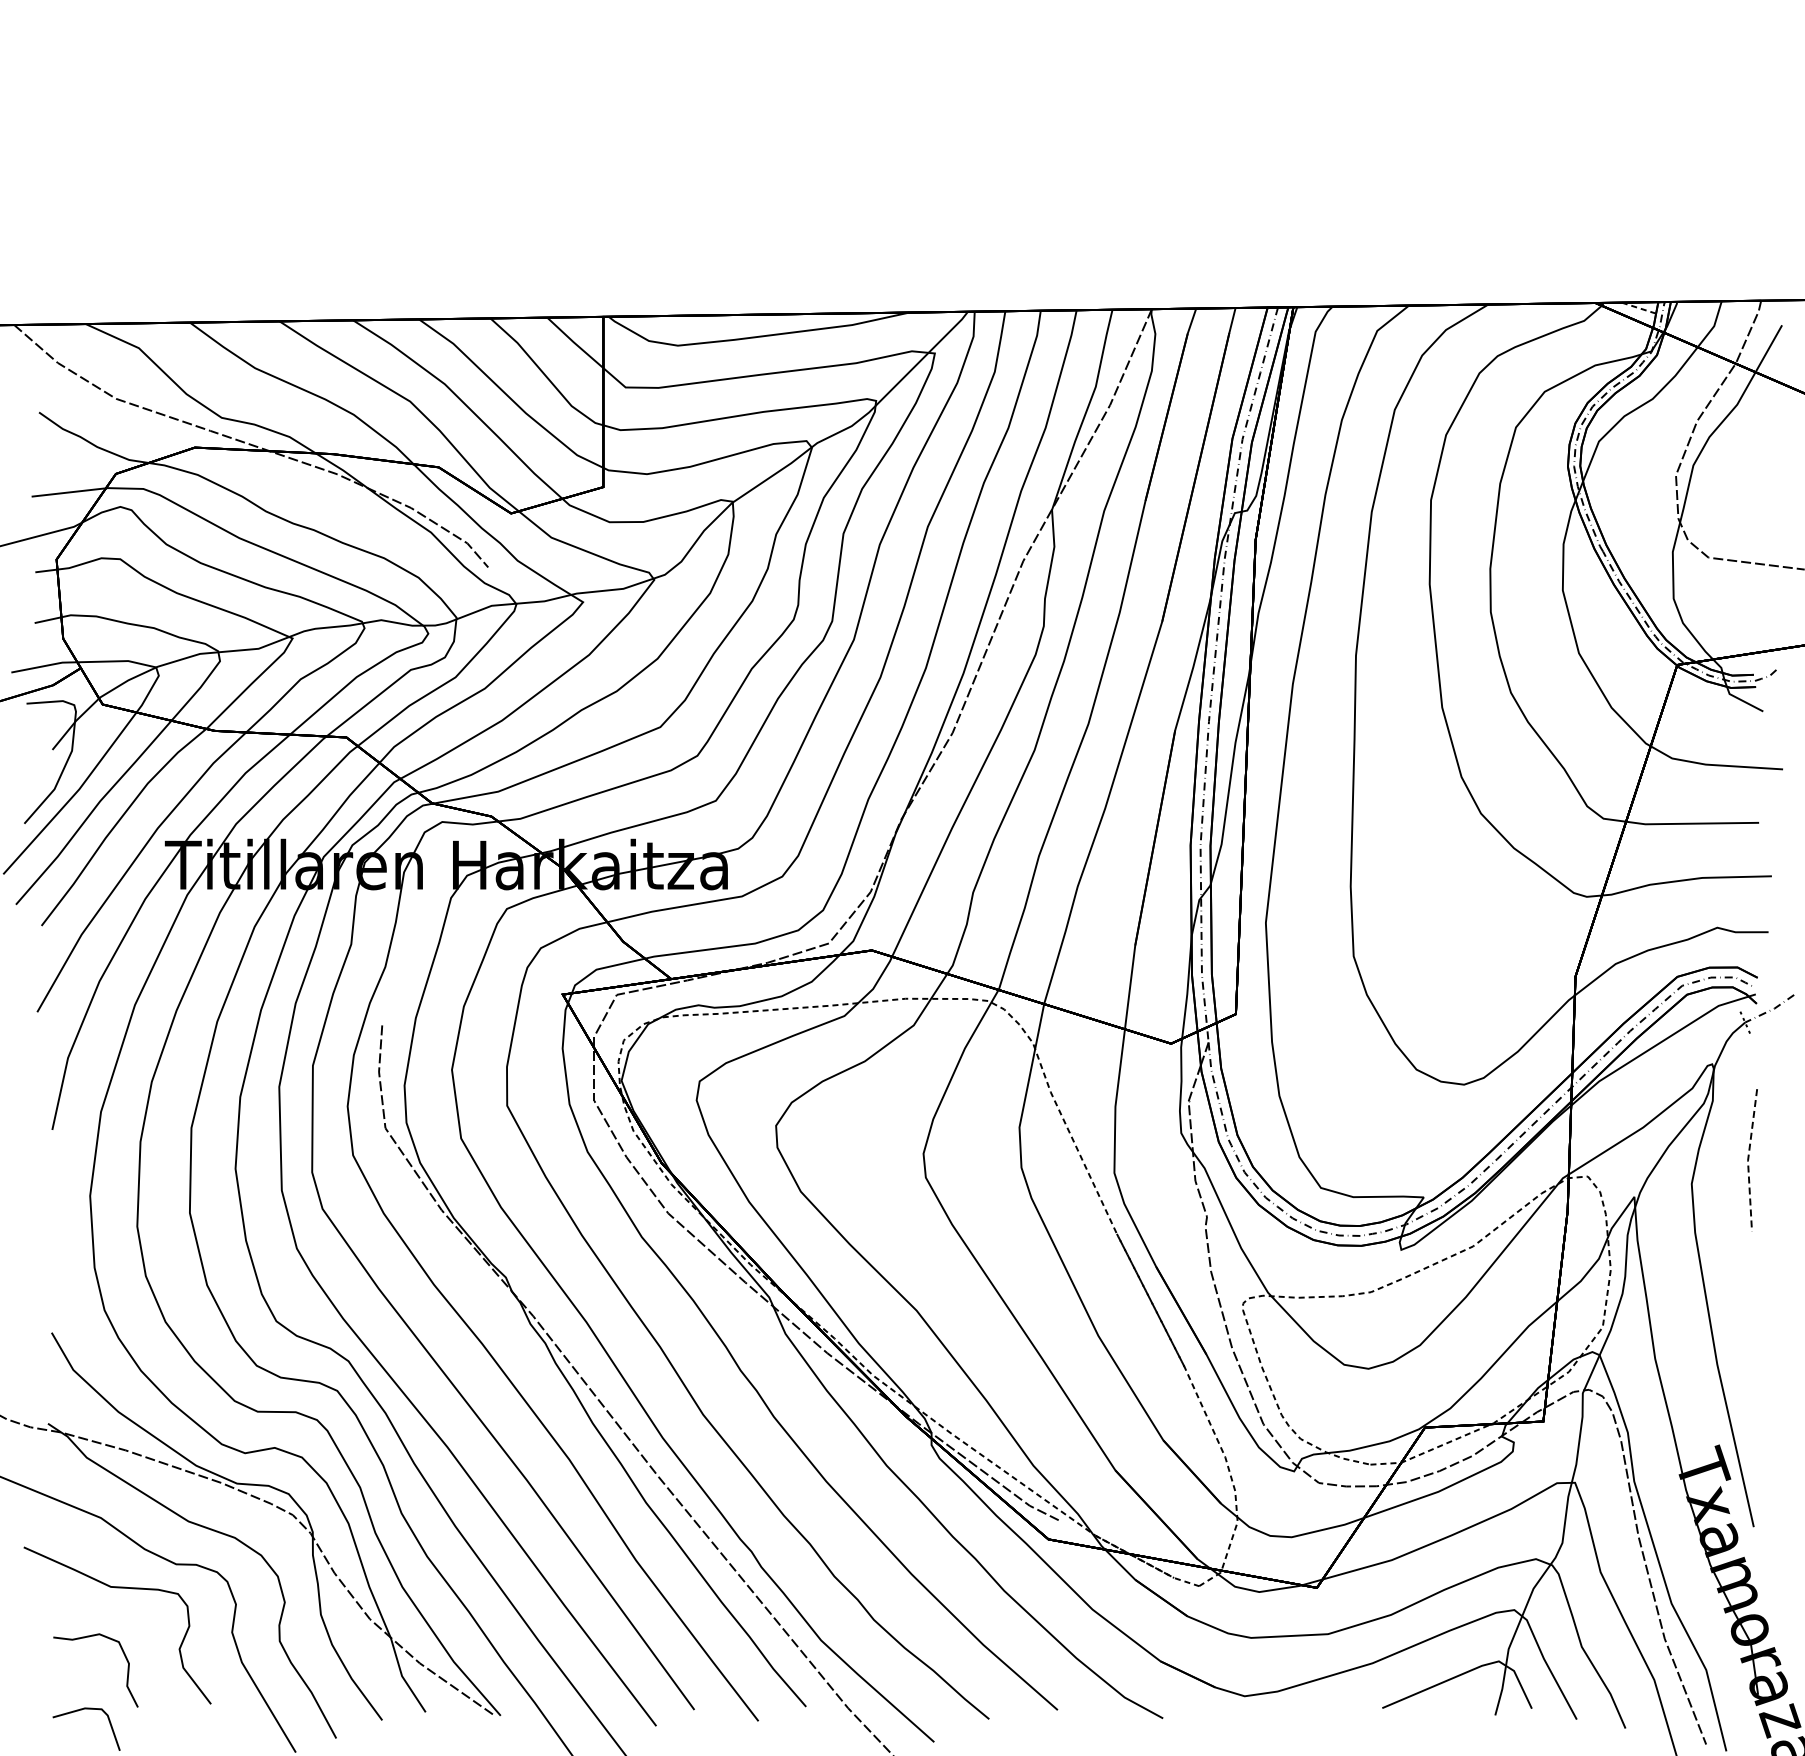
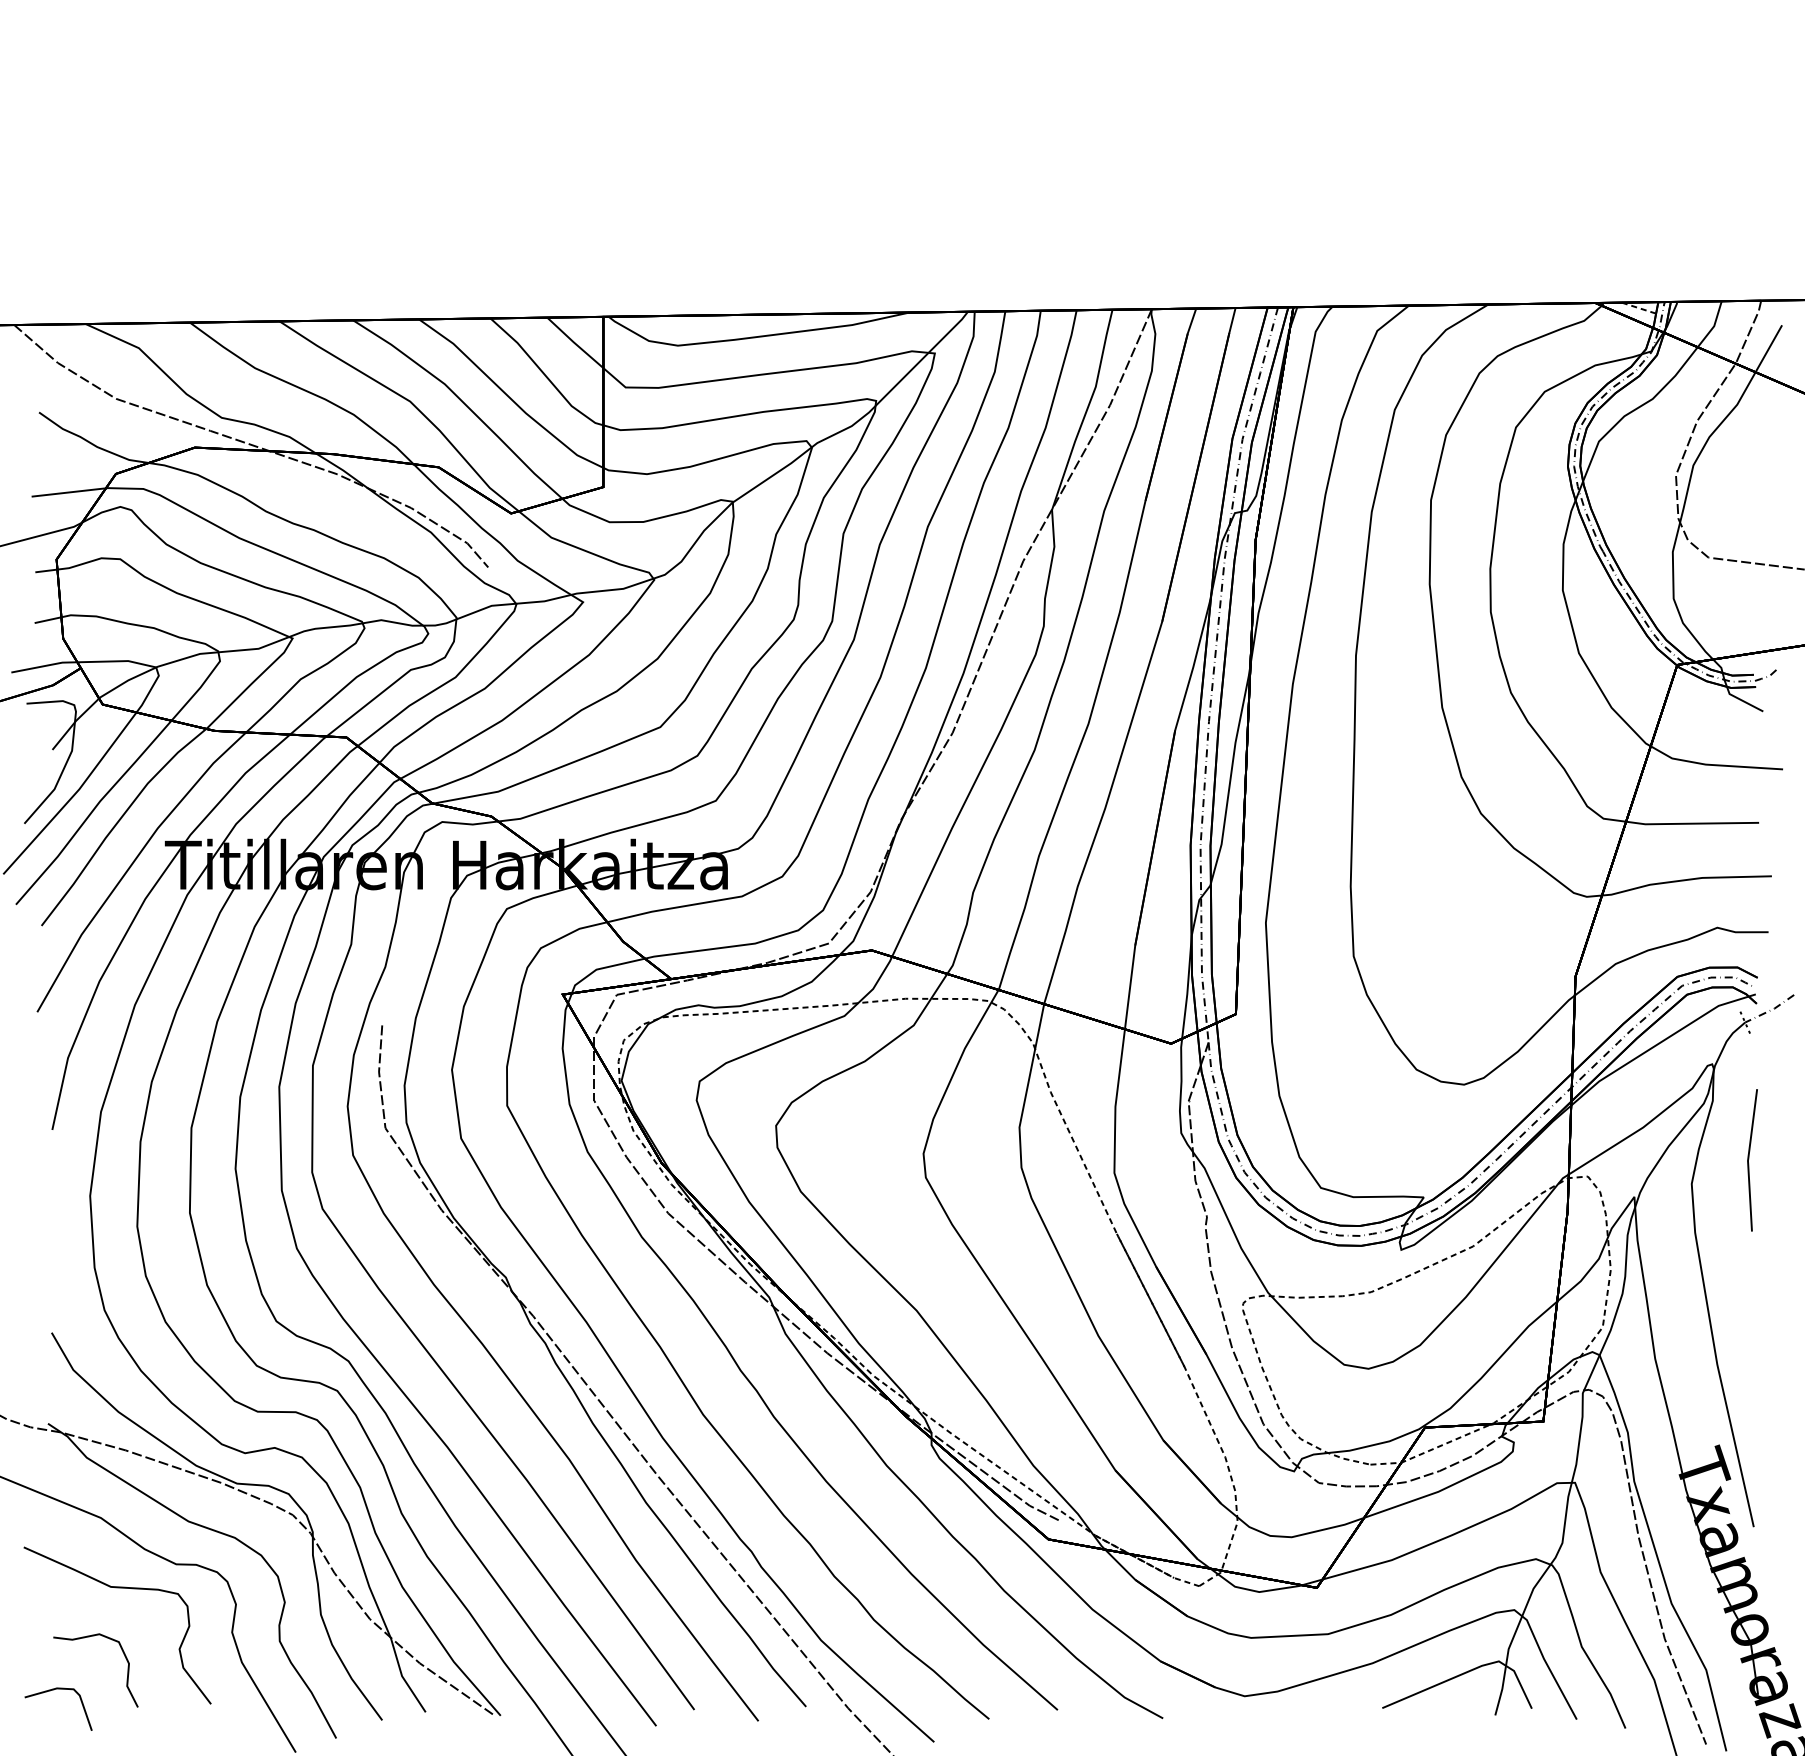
line at (1747, 1160): dashed -> solid
line at (81, 1710) position: (81, 1710) -> (53, 1690)
